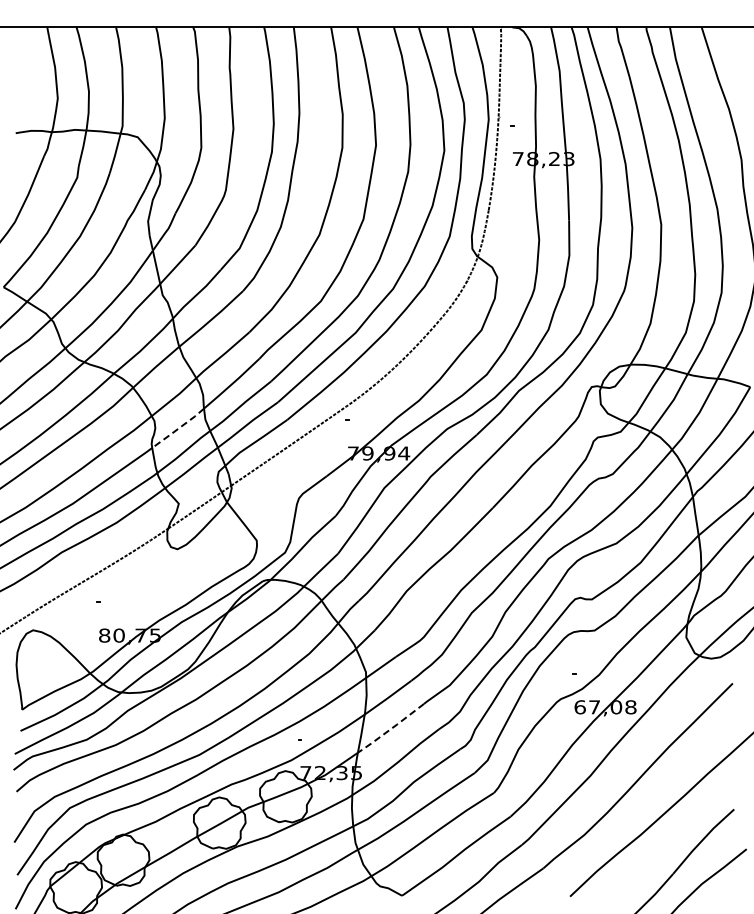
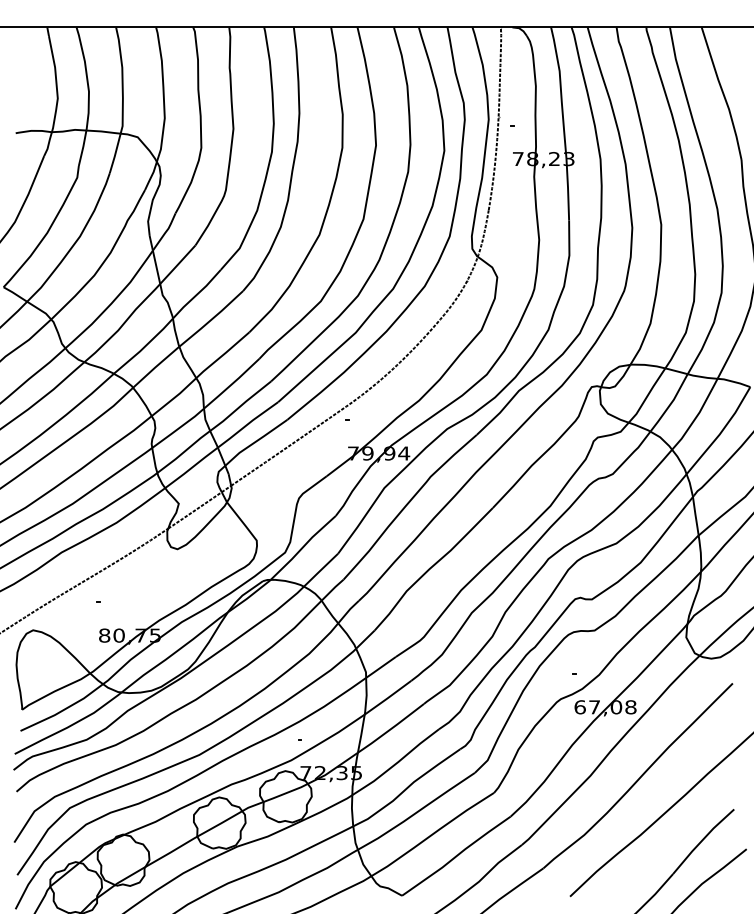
line at (178, 428): dashed -> solid
line at (391, 728): dashed -> solid
